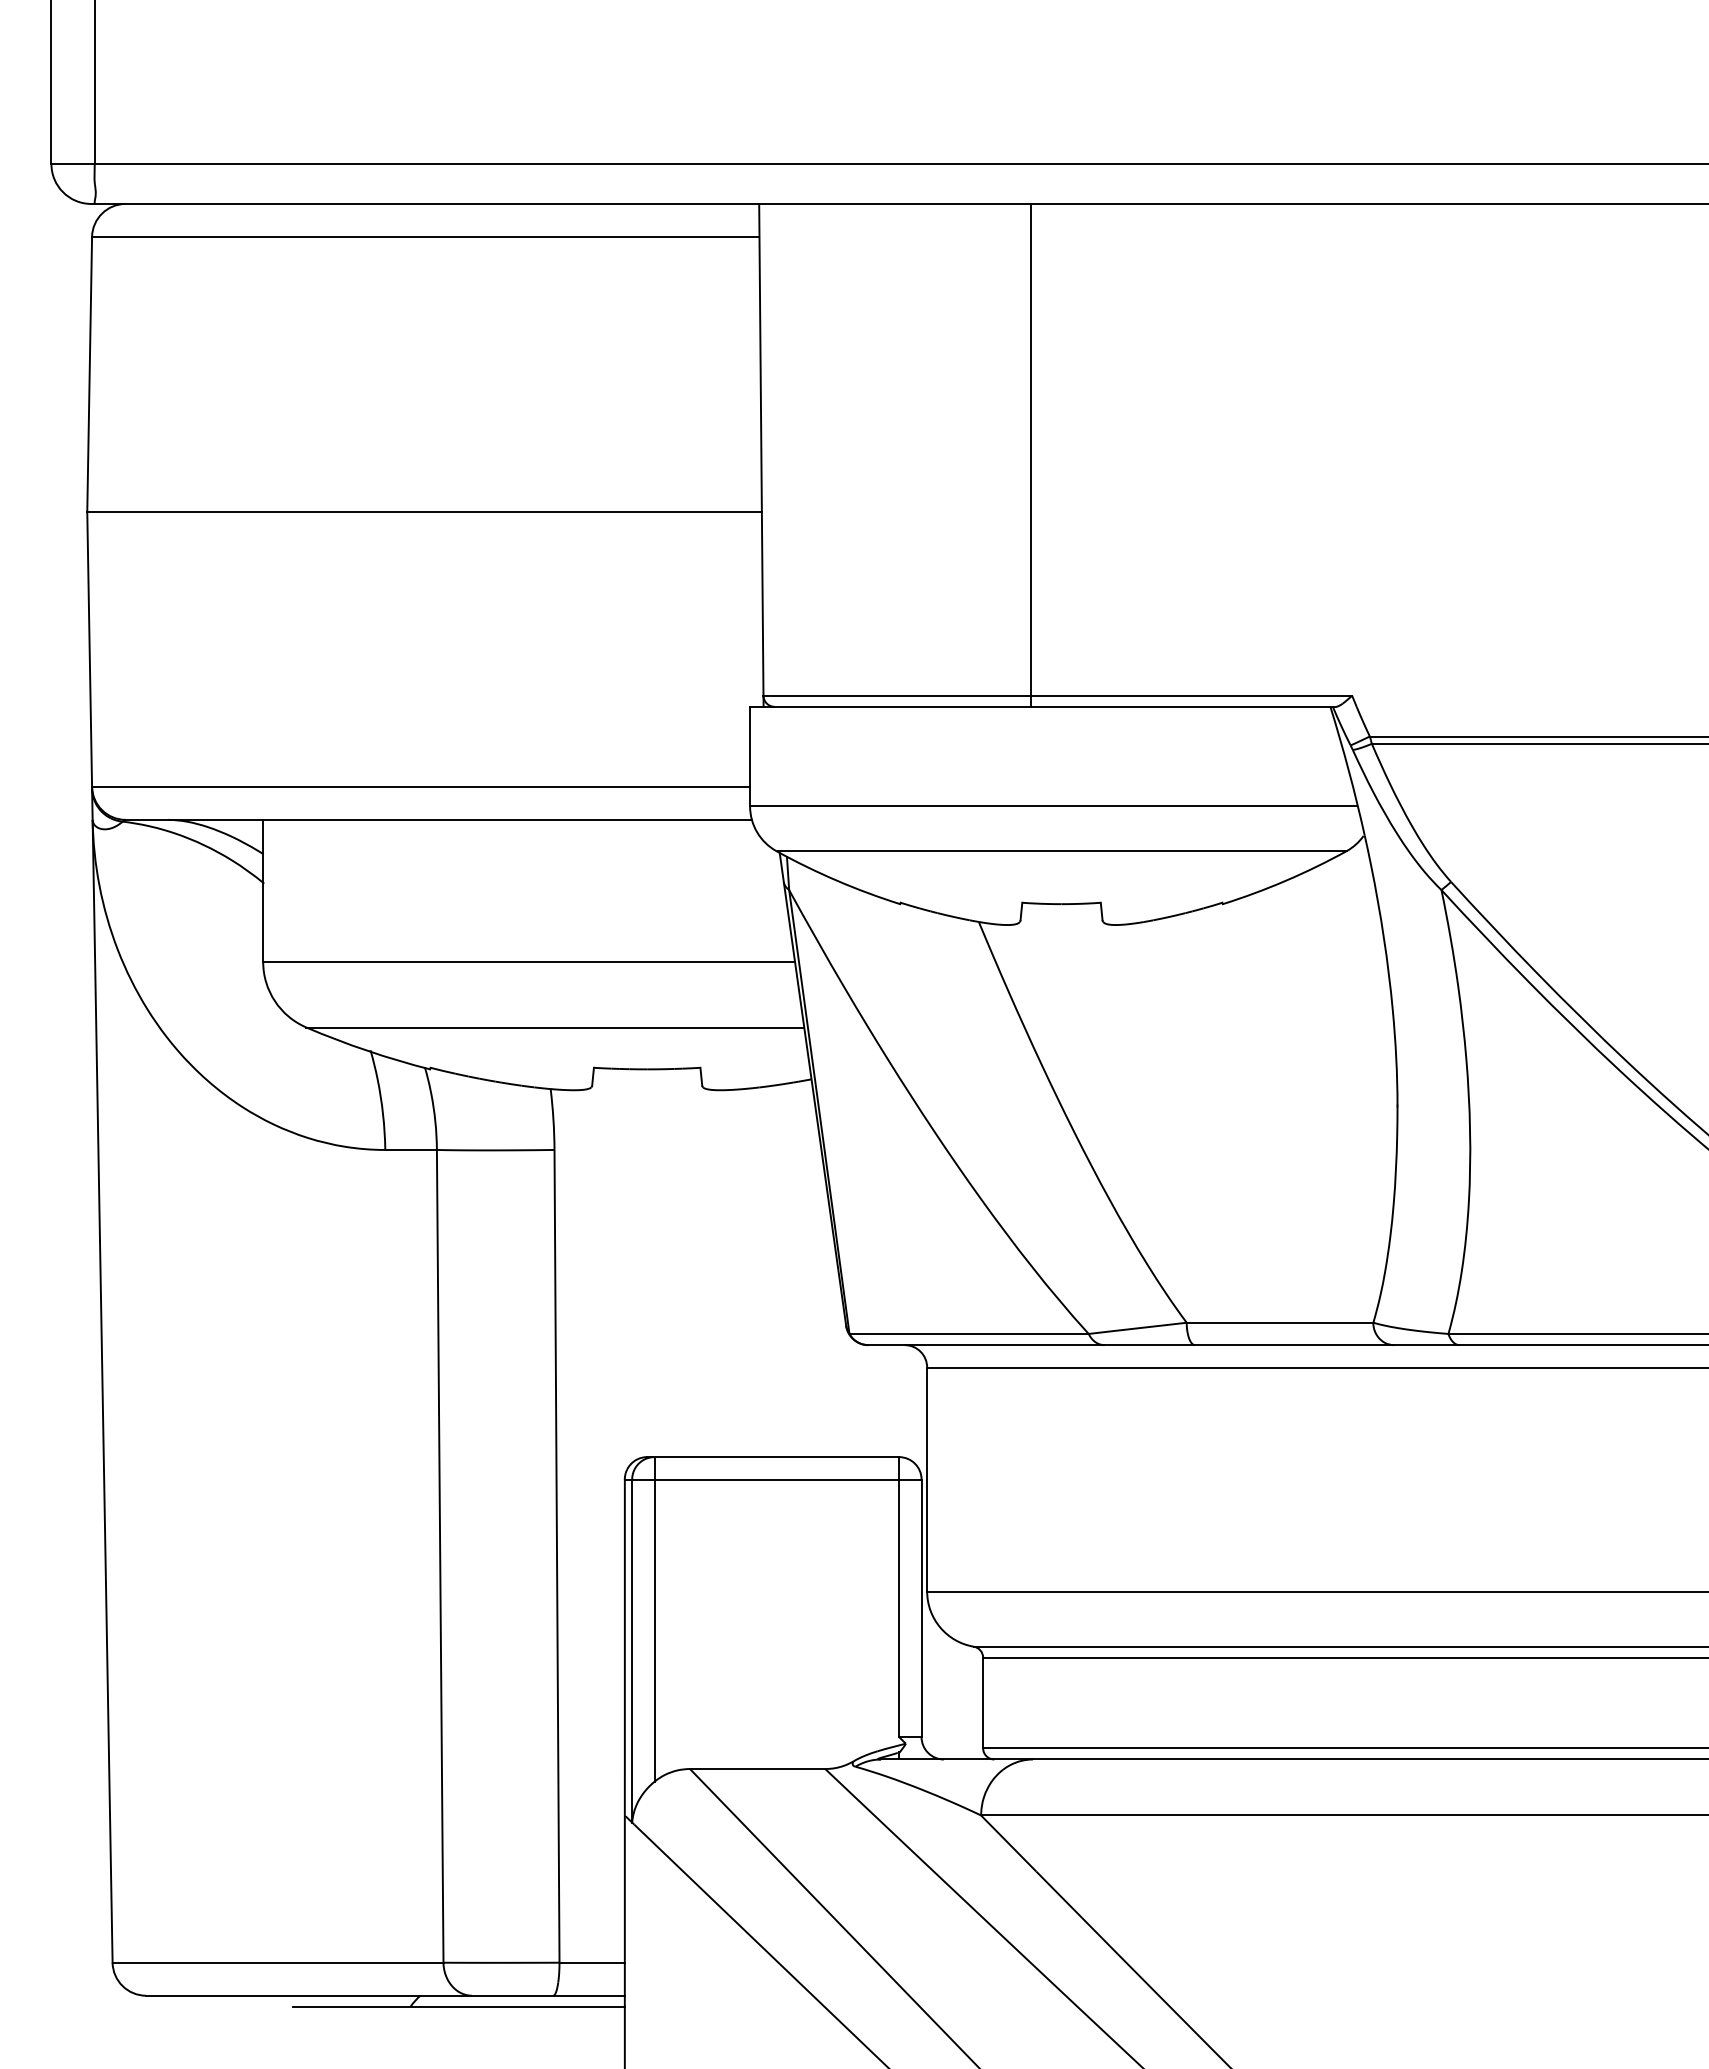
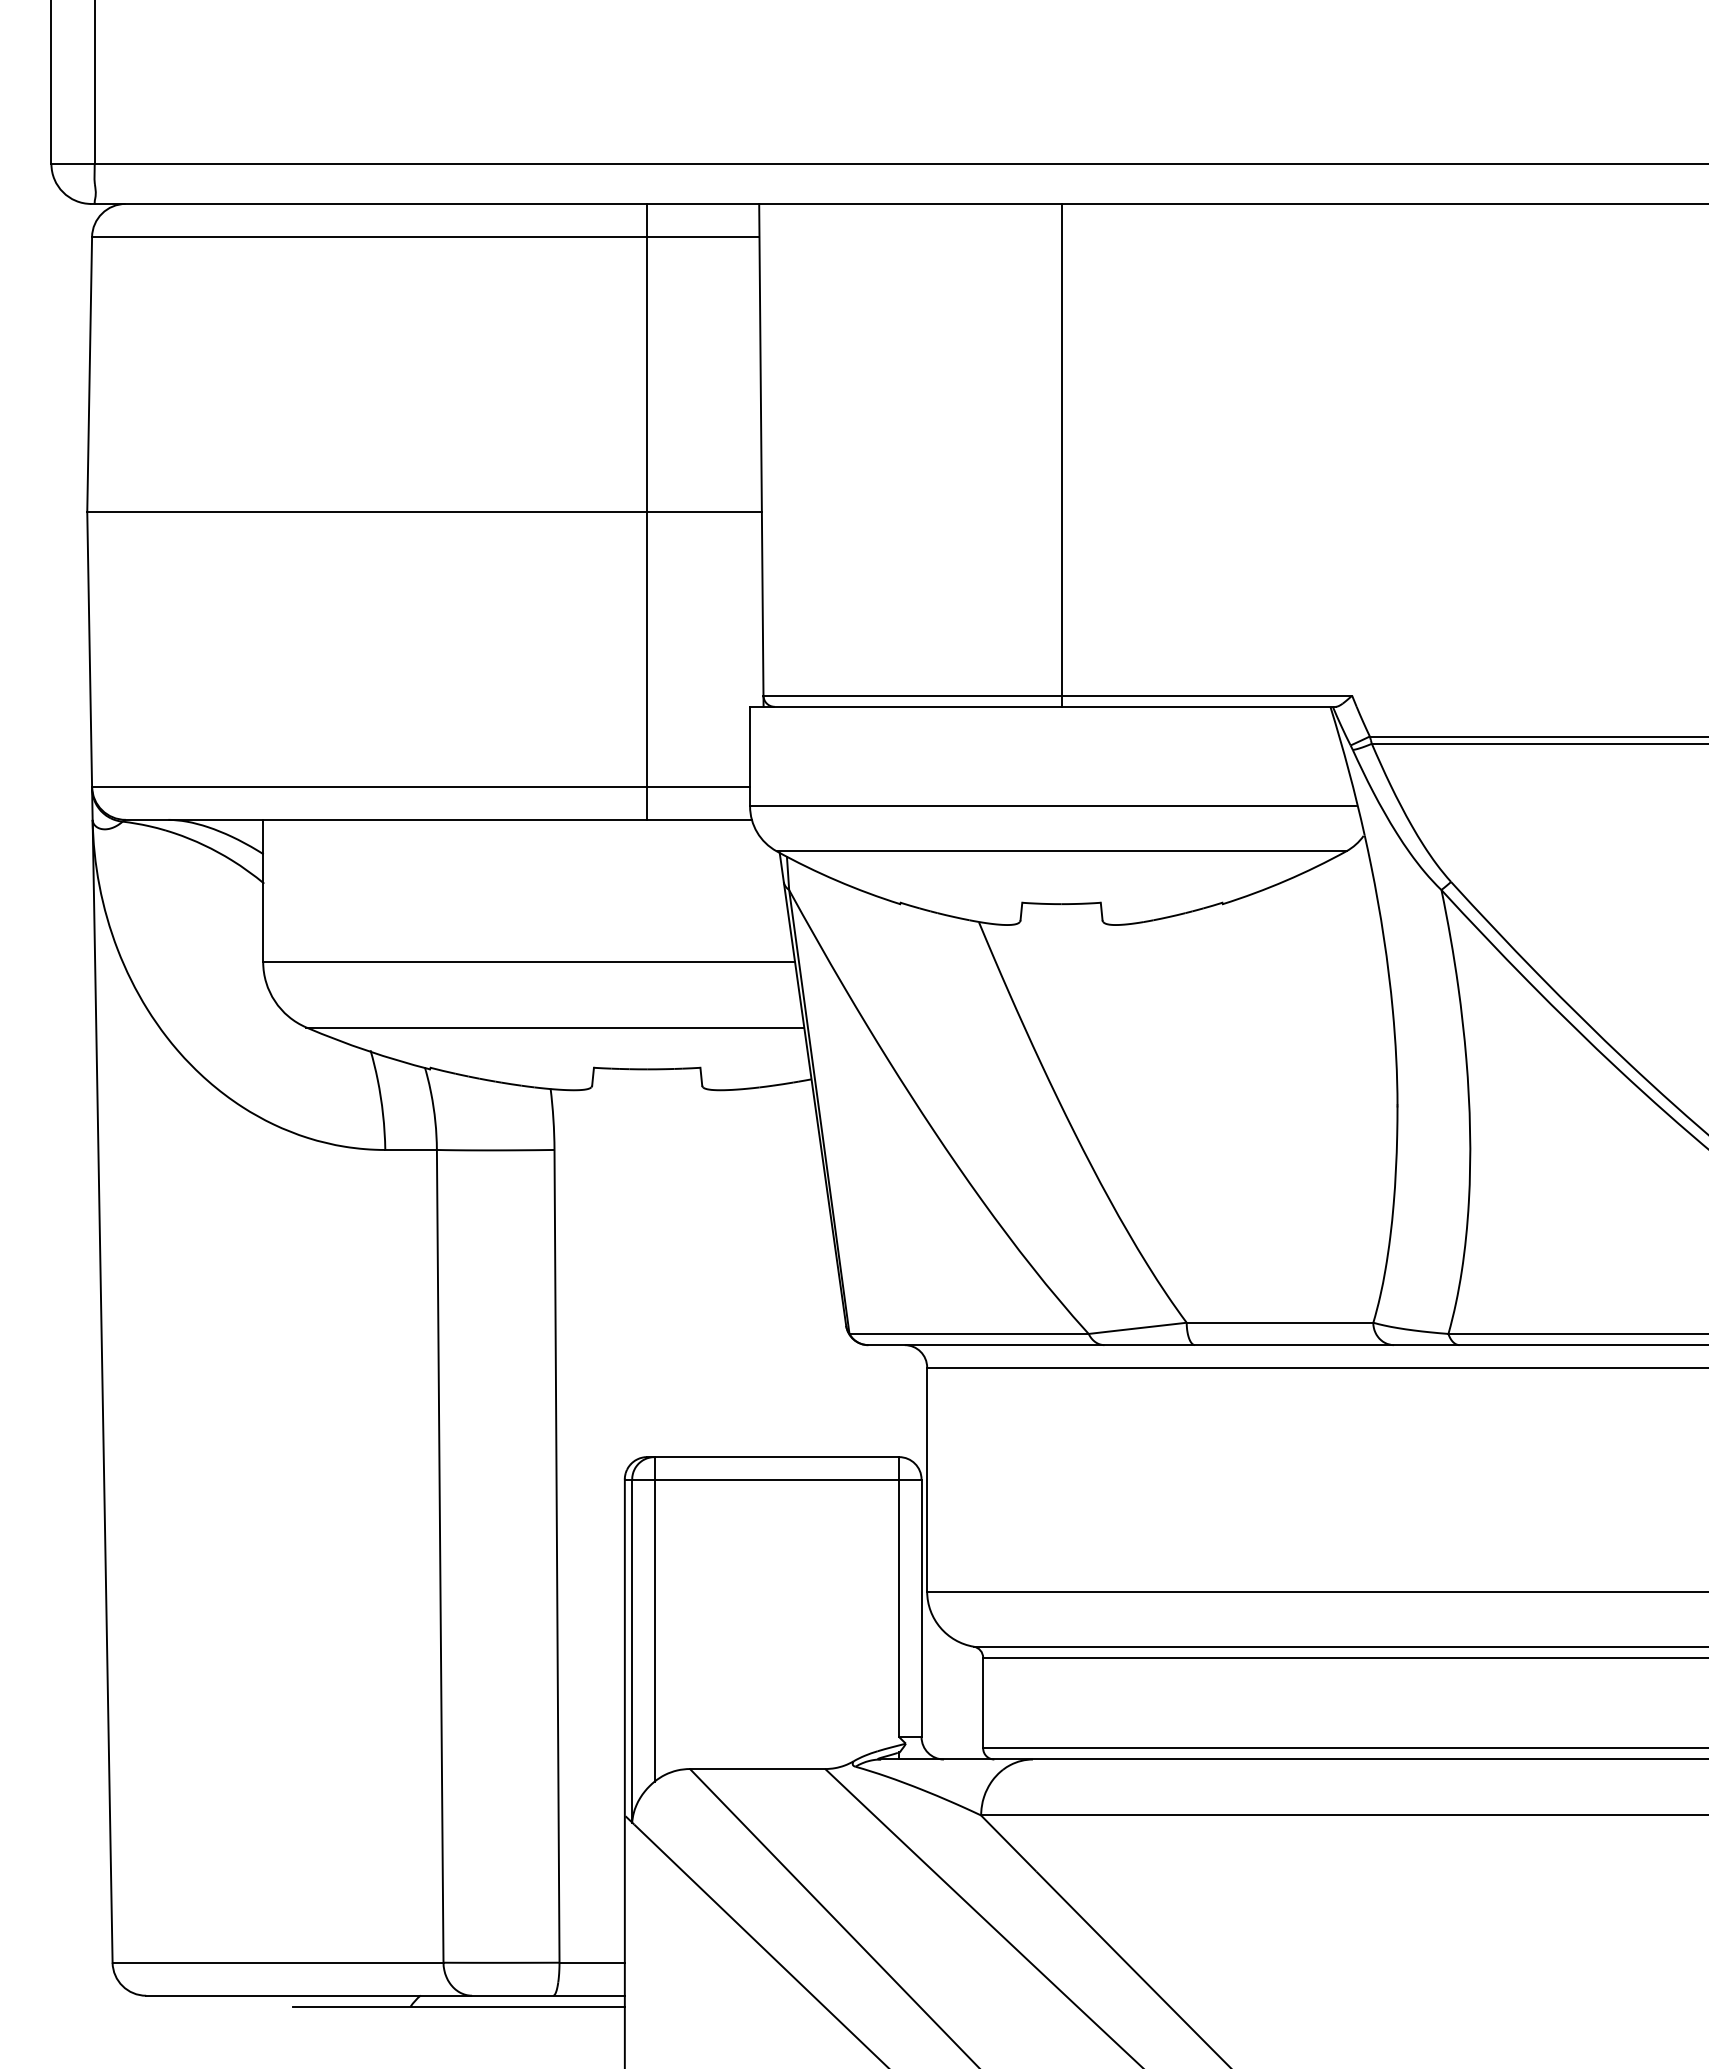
line at (1030, 454) position: (1030, 454) -> (1061, 454)
line at (647, 511): none -> present
